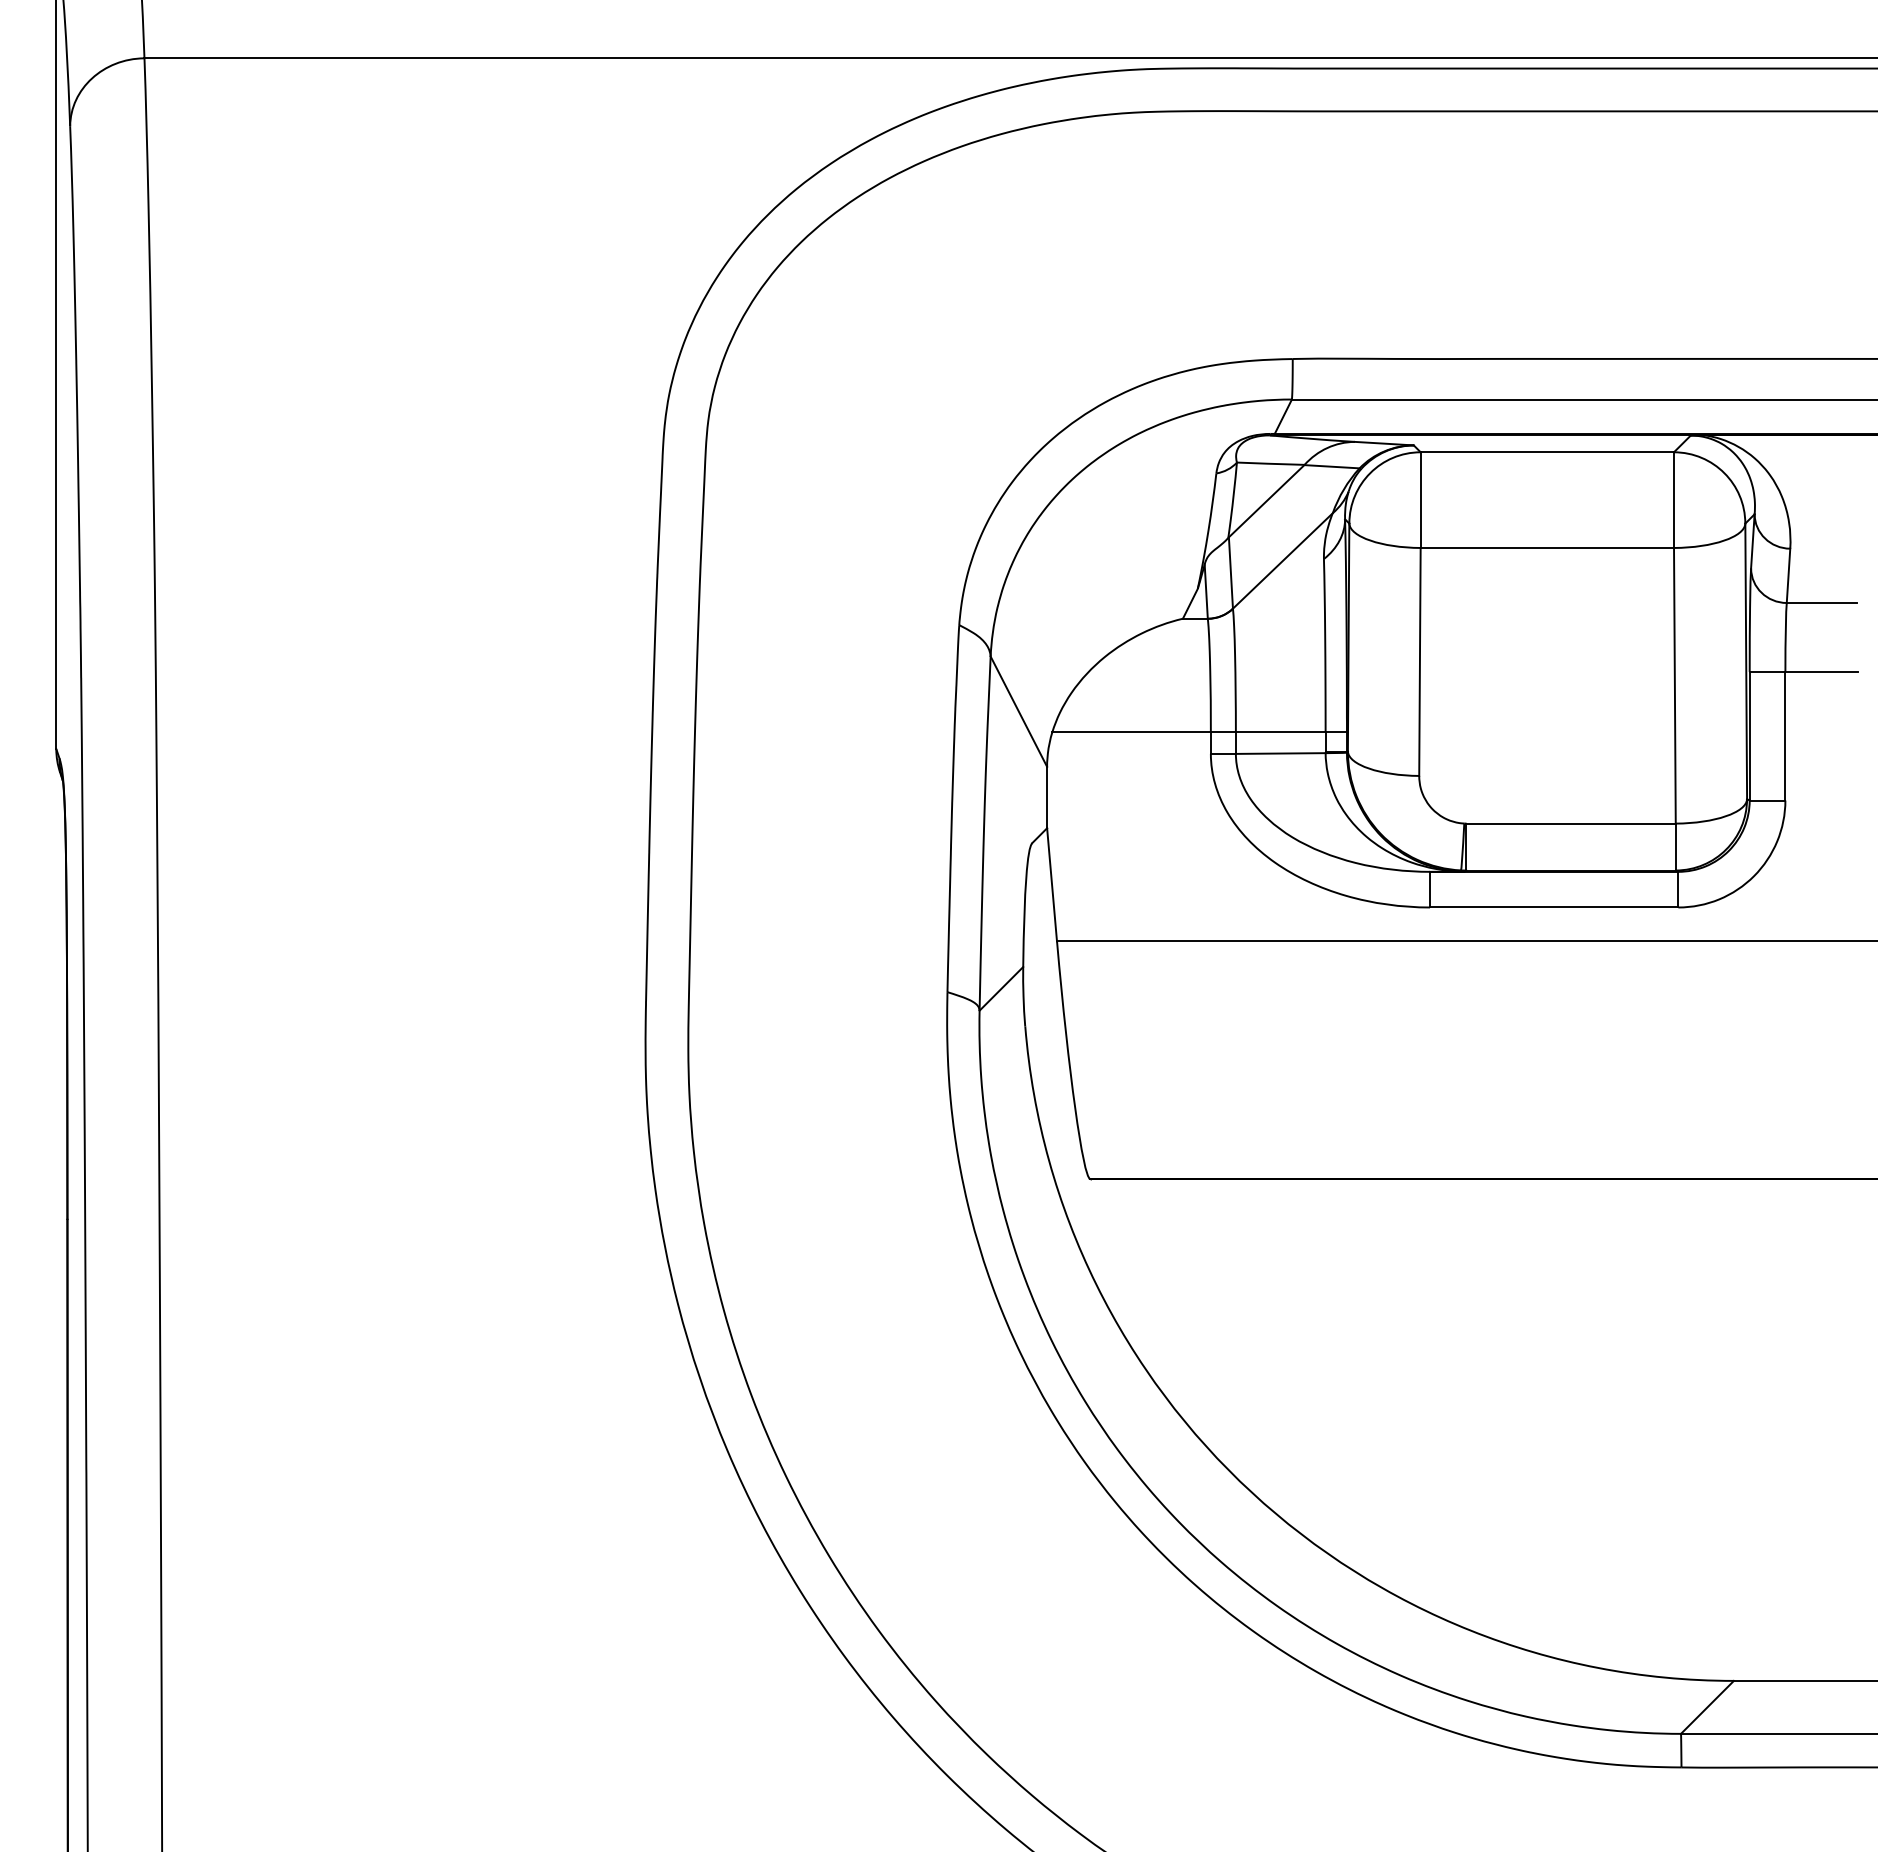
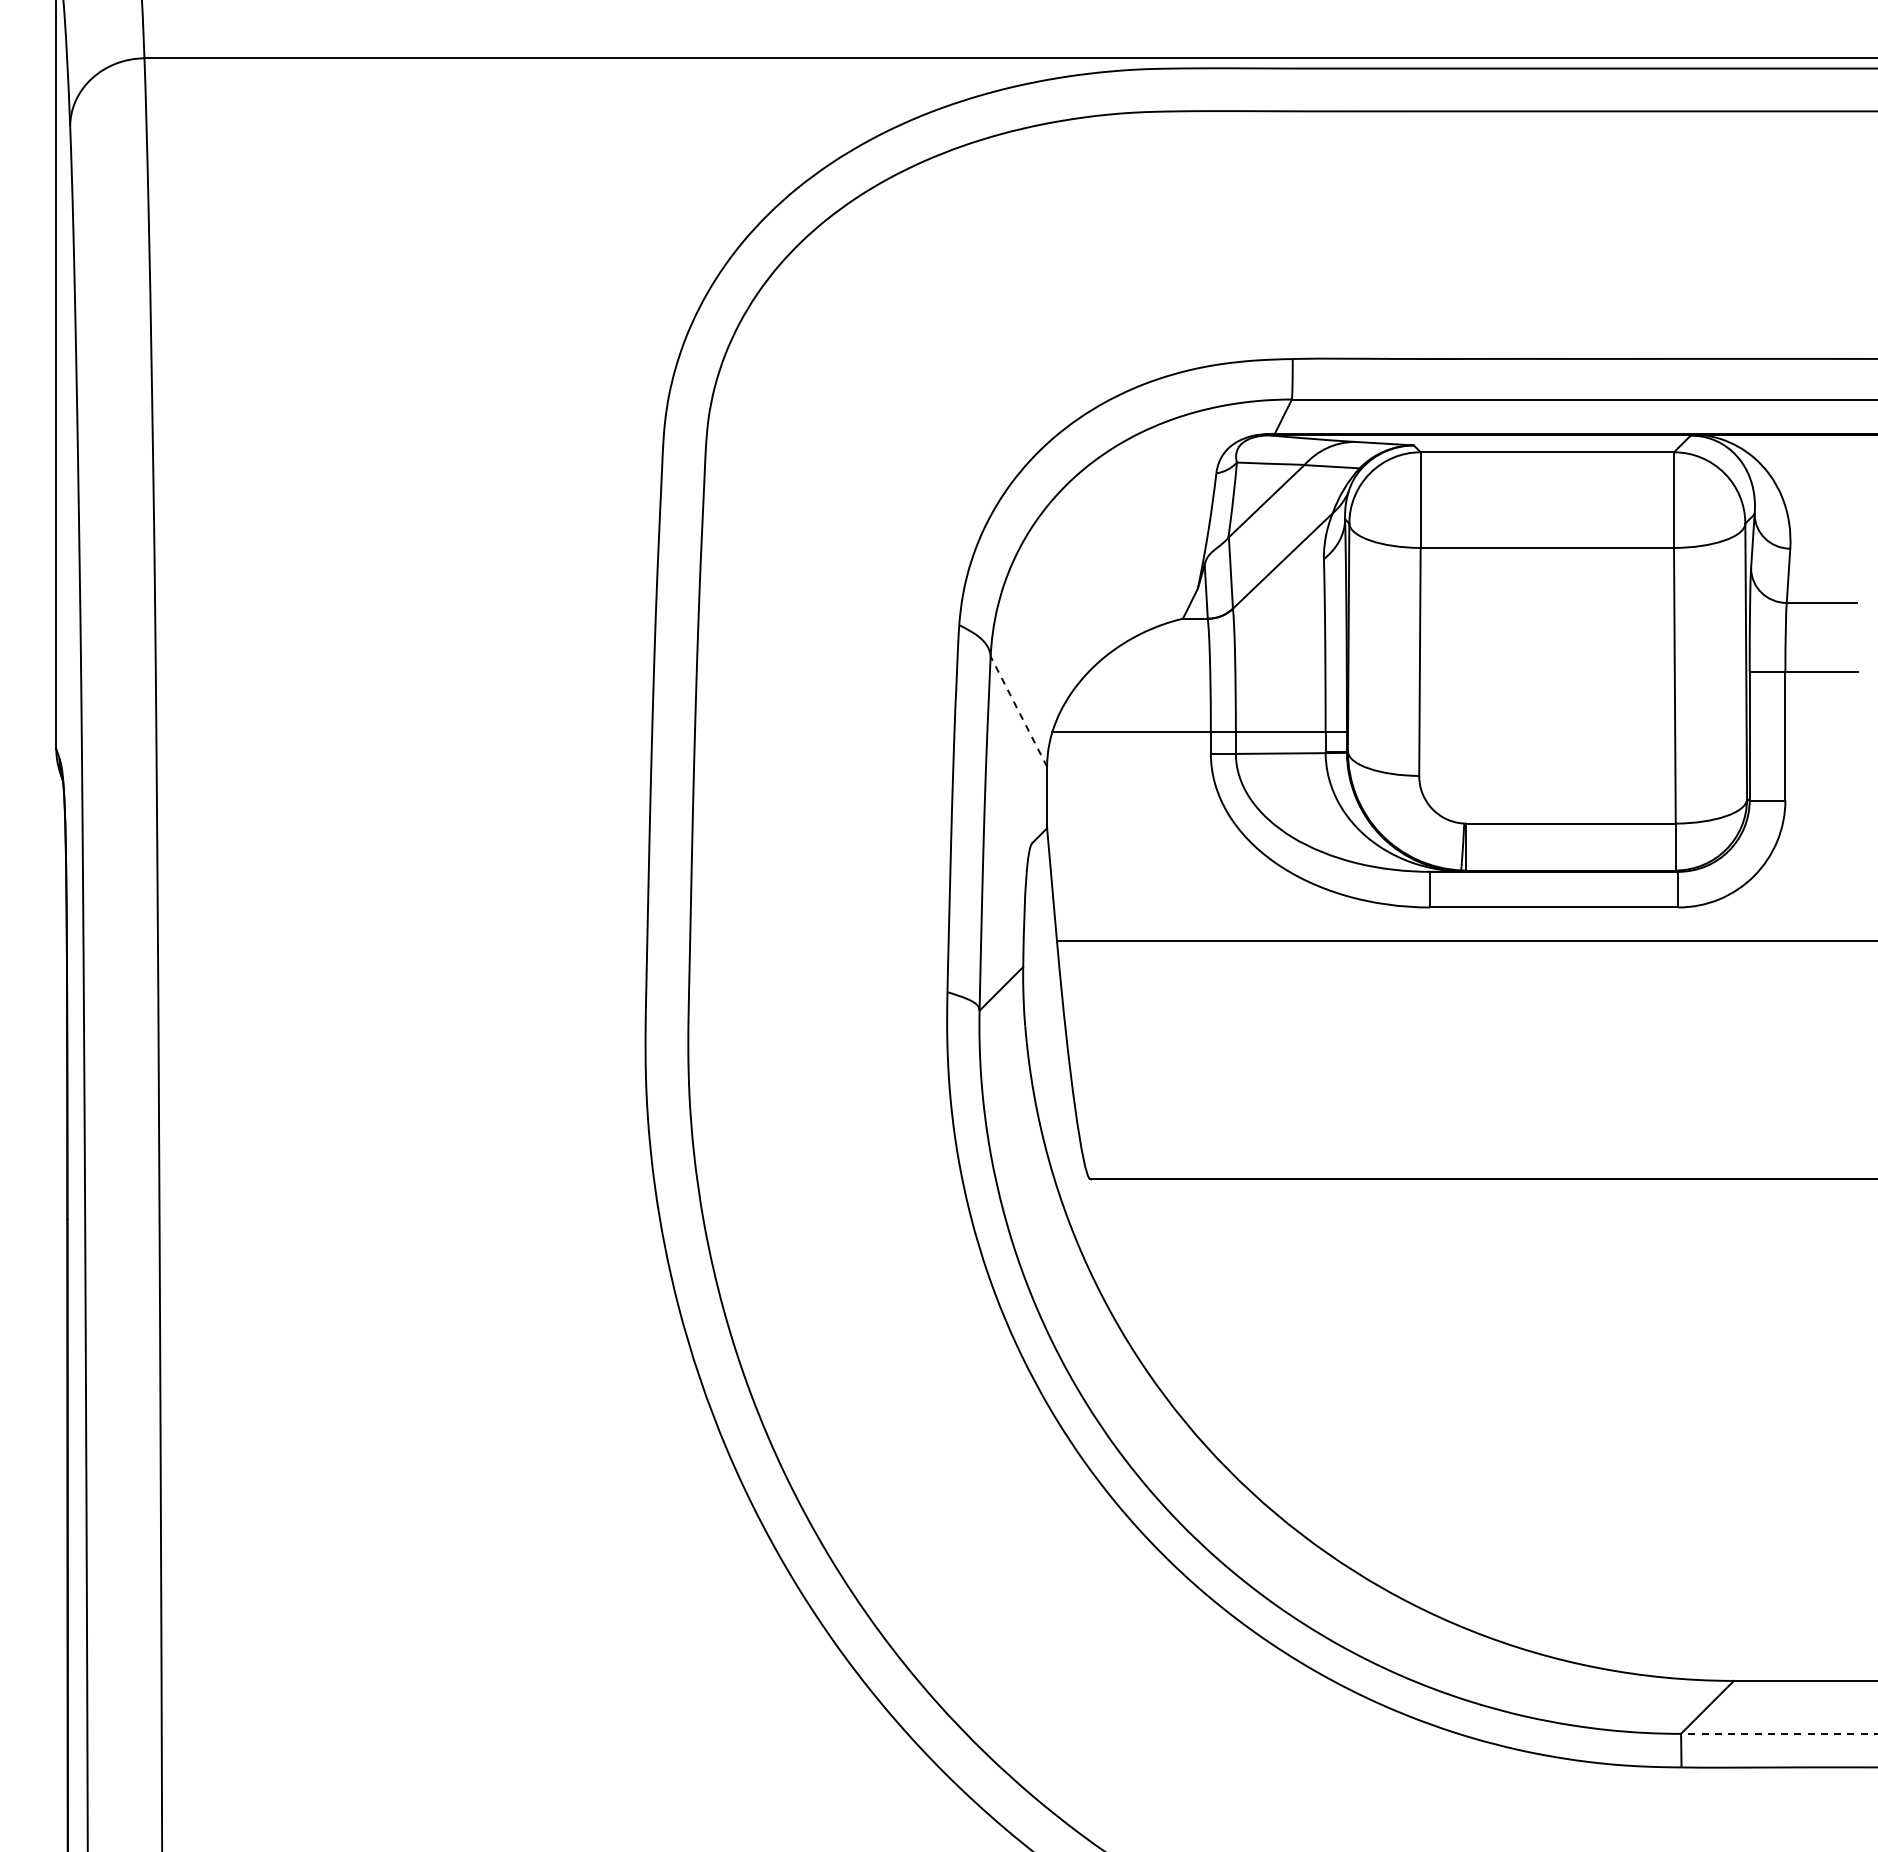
line at (1018, 711): solid -> dashed
line at (1778, 1733): solid -> dashed
